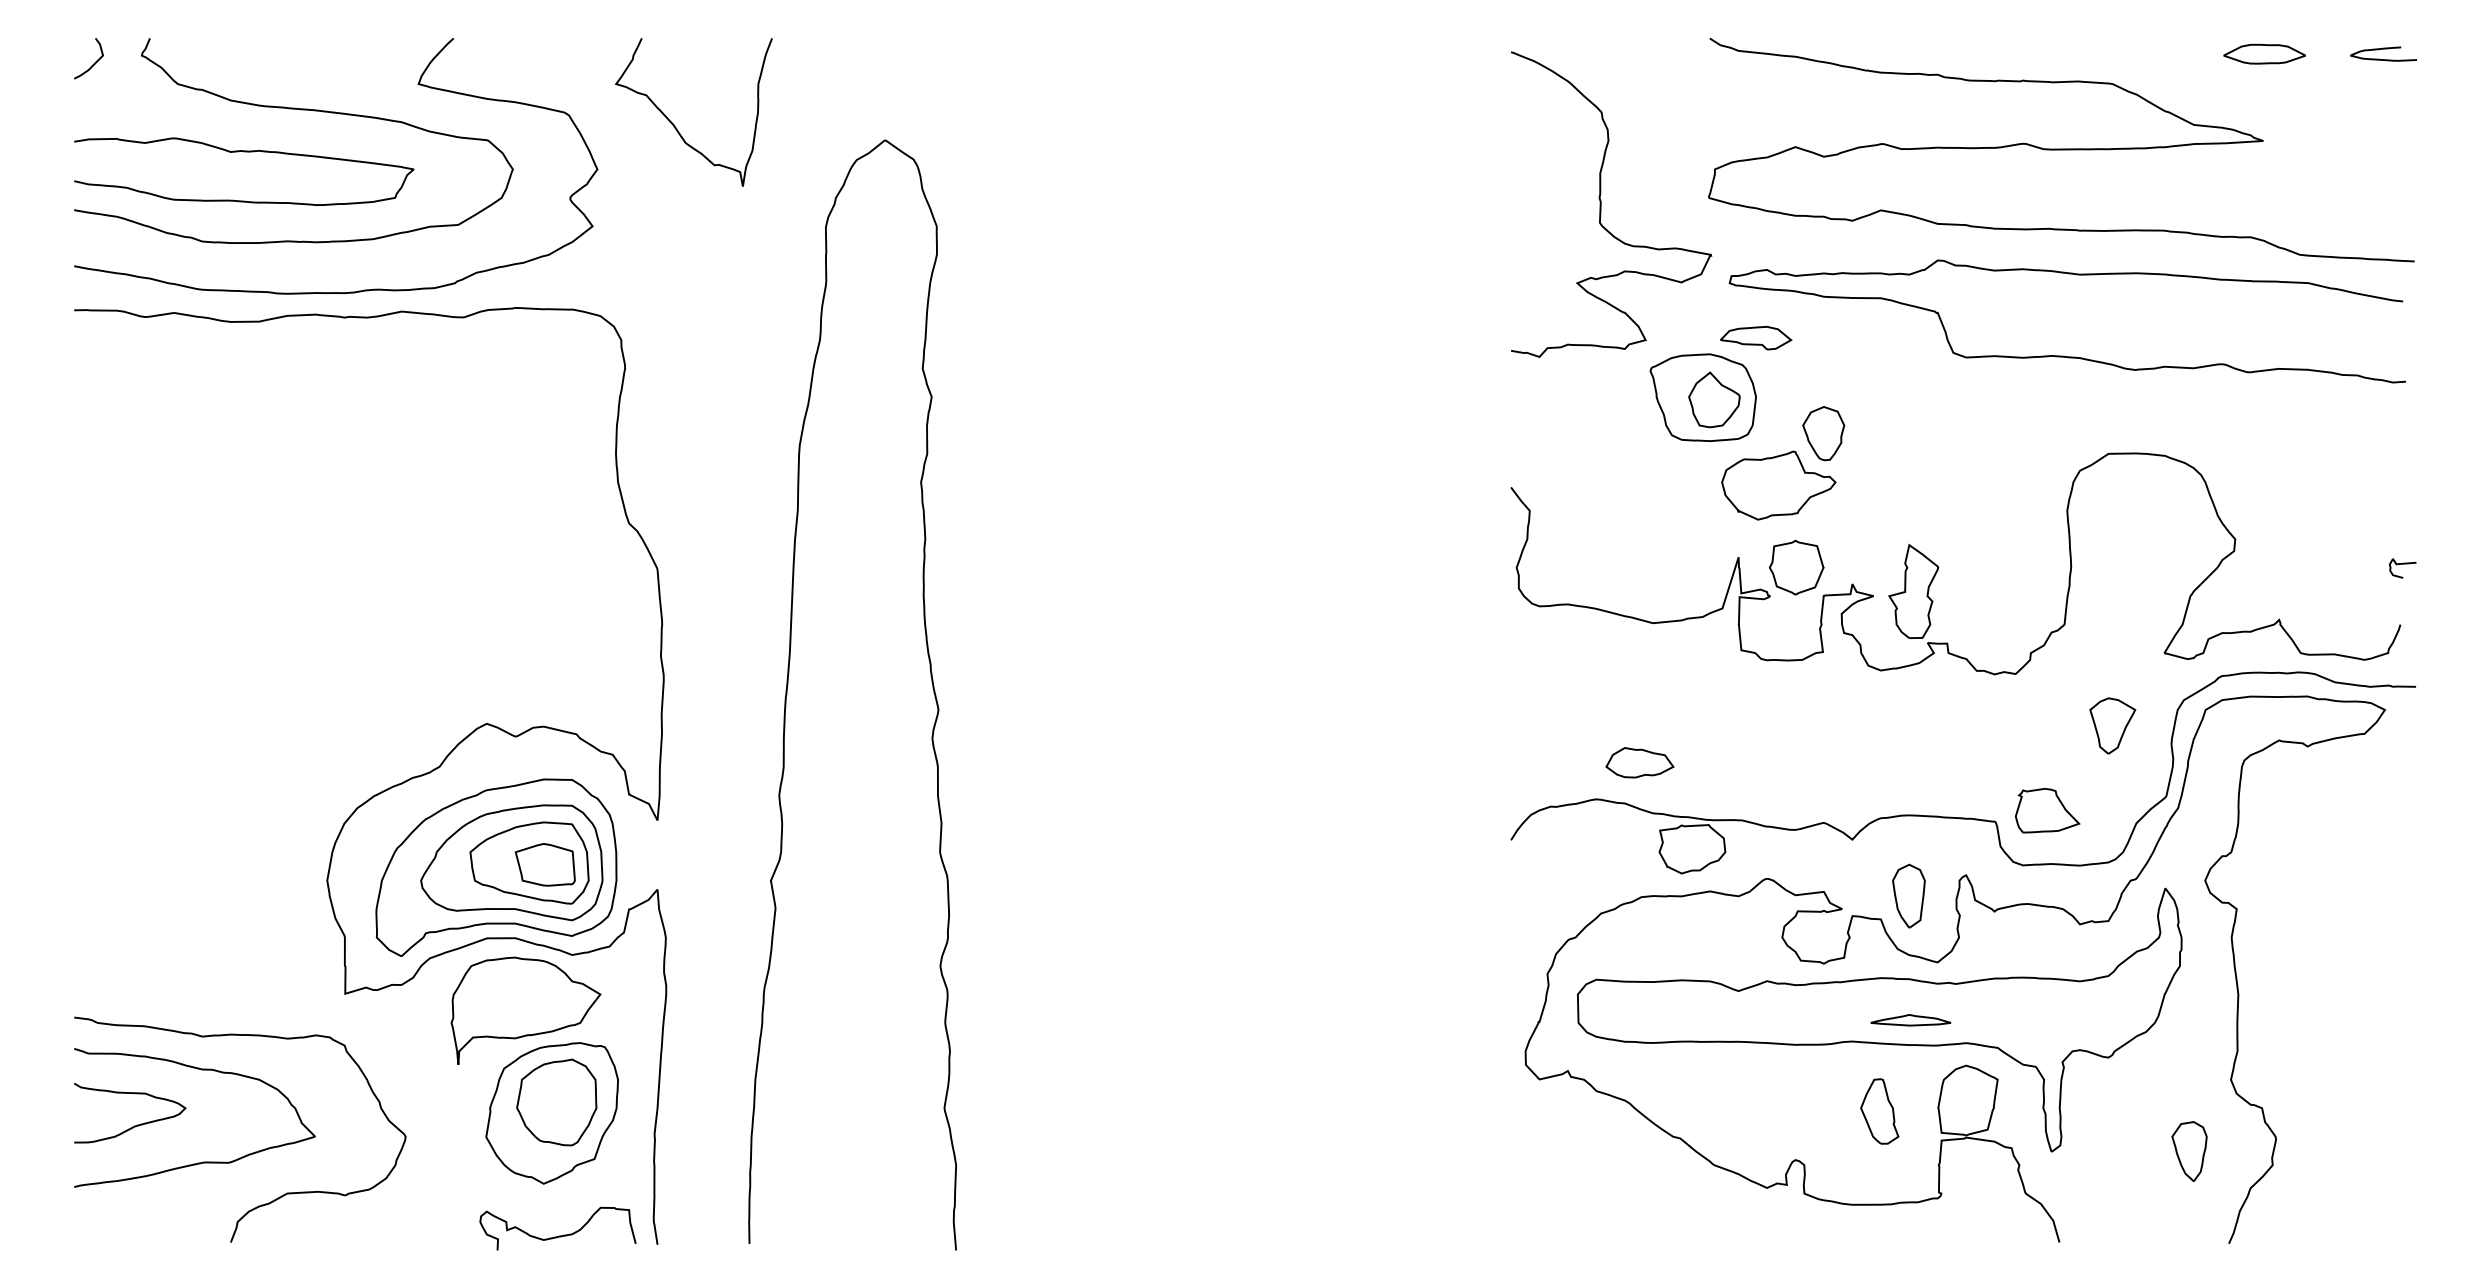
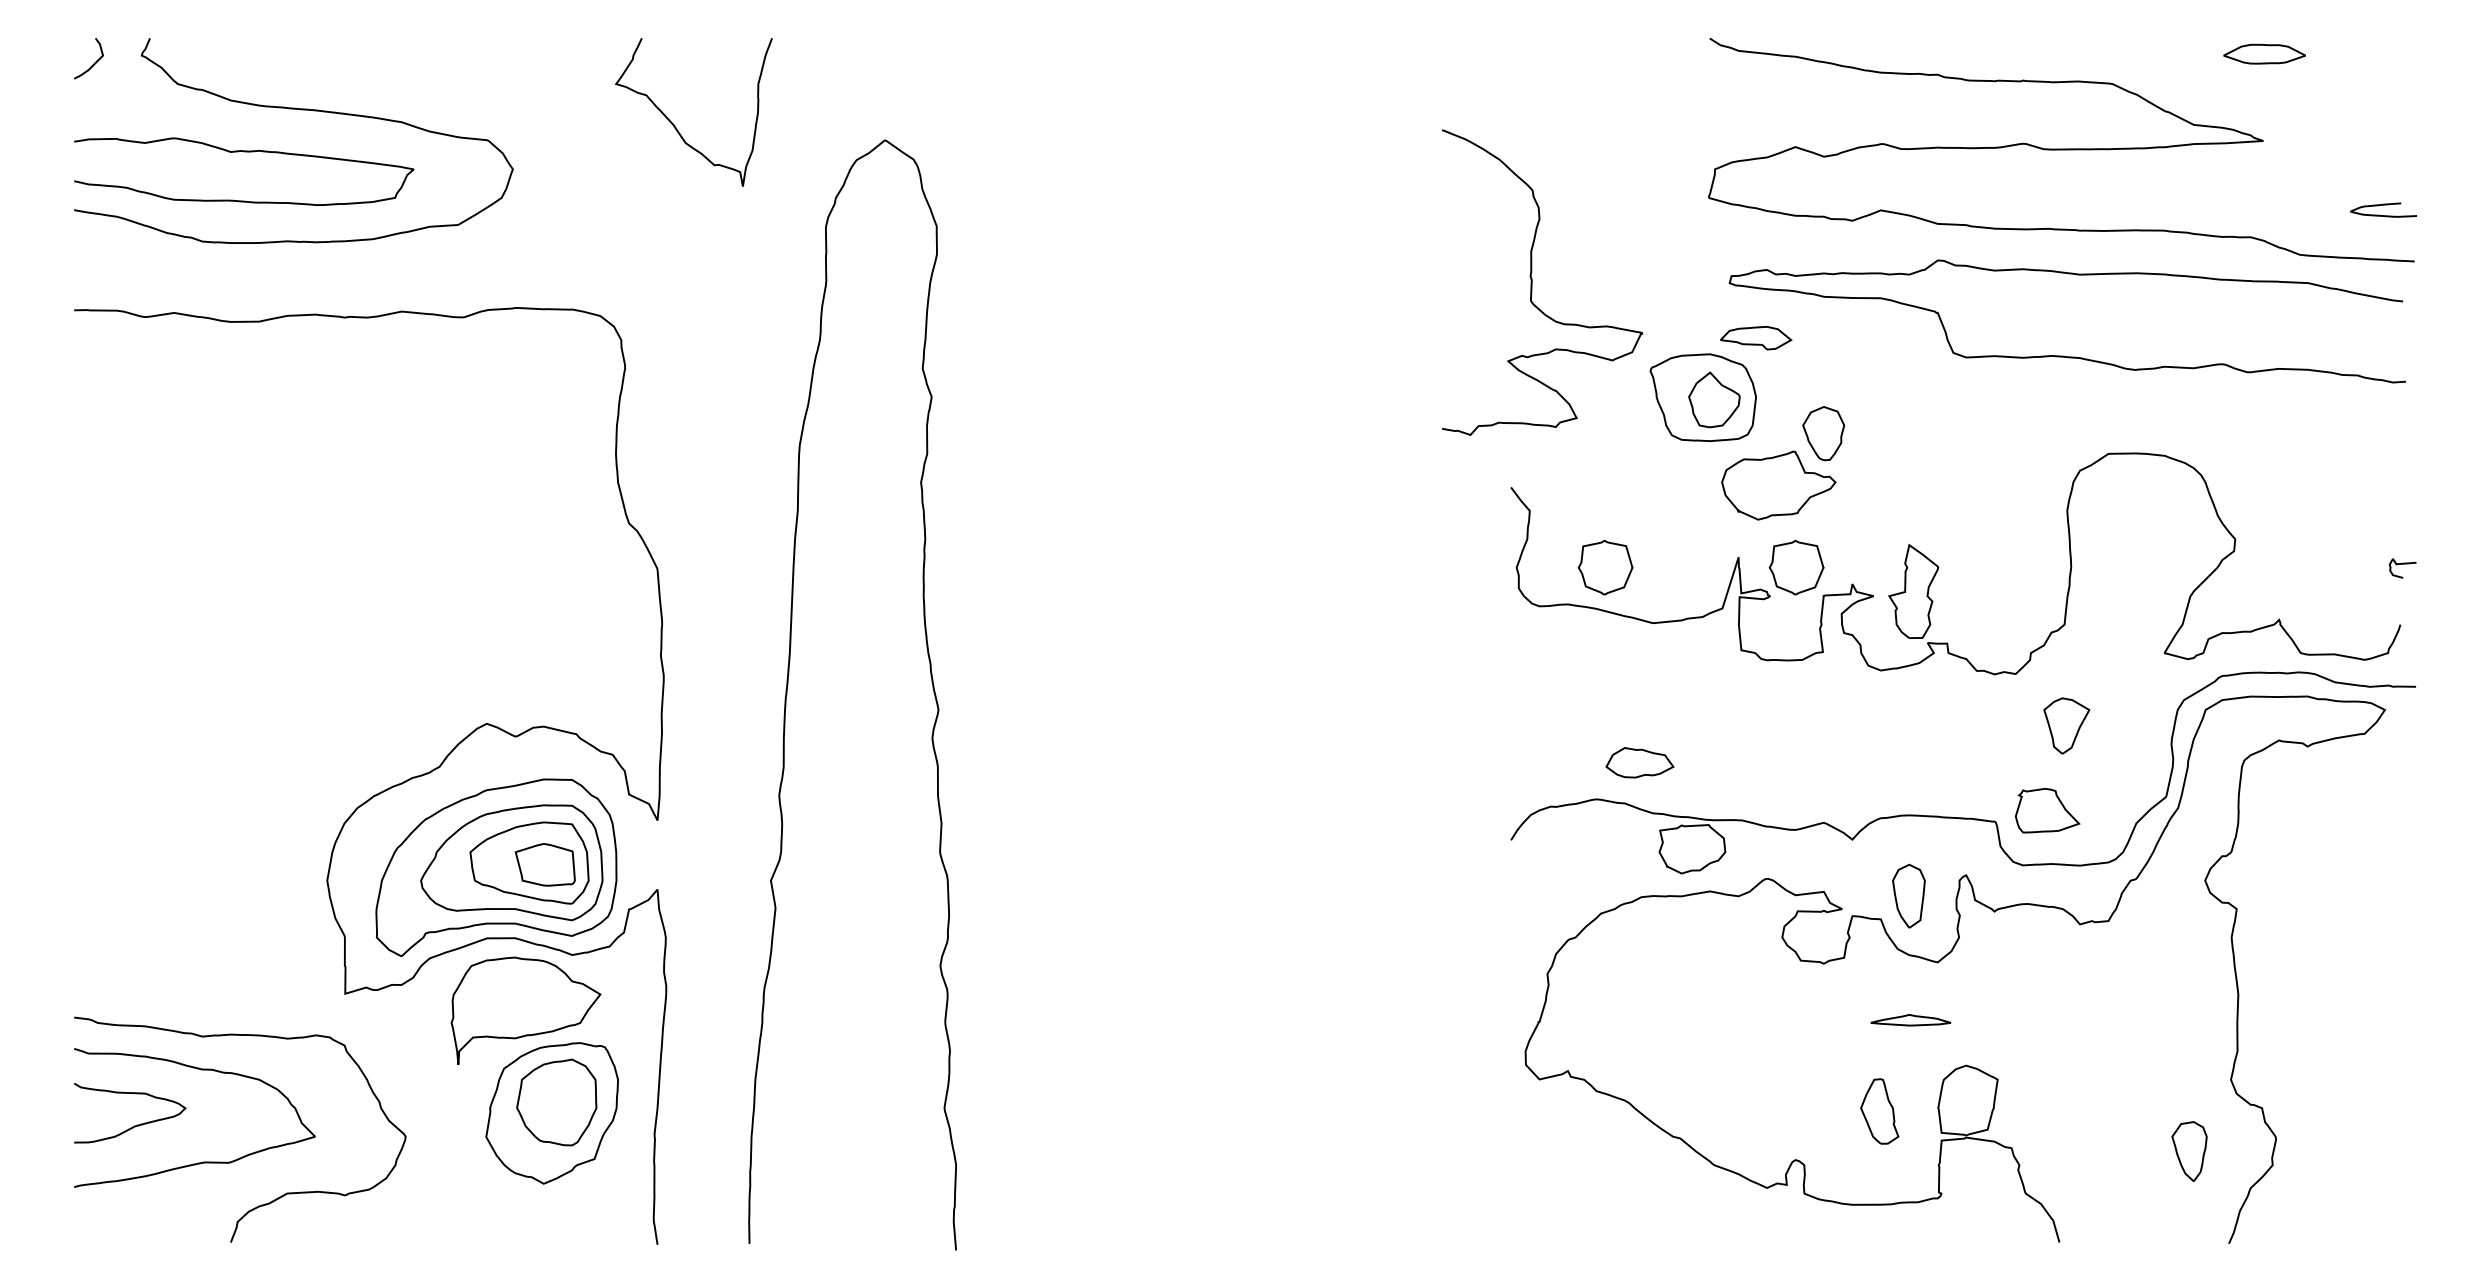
curve at (2383, 49) position: (2383, 49) -> (2383, 205)
curve at (417, 84): present -> none
curve at (1601, 204) position: (1601, 204) -> (1532, 282)
part at (1605, 567): none -> present
part at (2112, 725) position: (2112, 725) -> (2066, 725)
part at (1879, 1019): present -> none
curve at (558, 1235): present -> none
